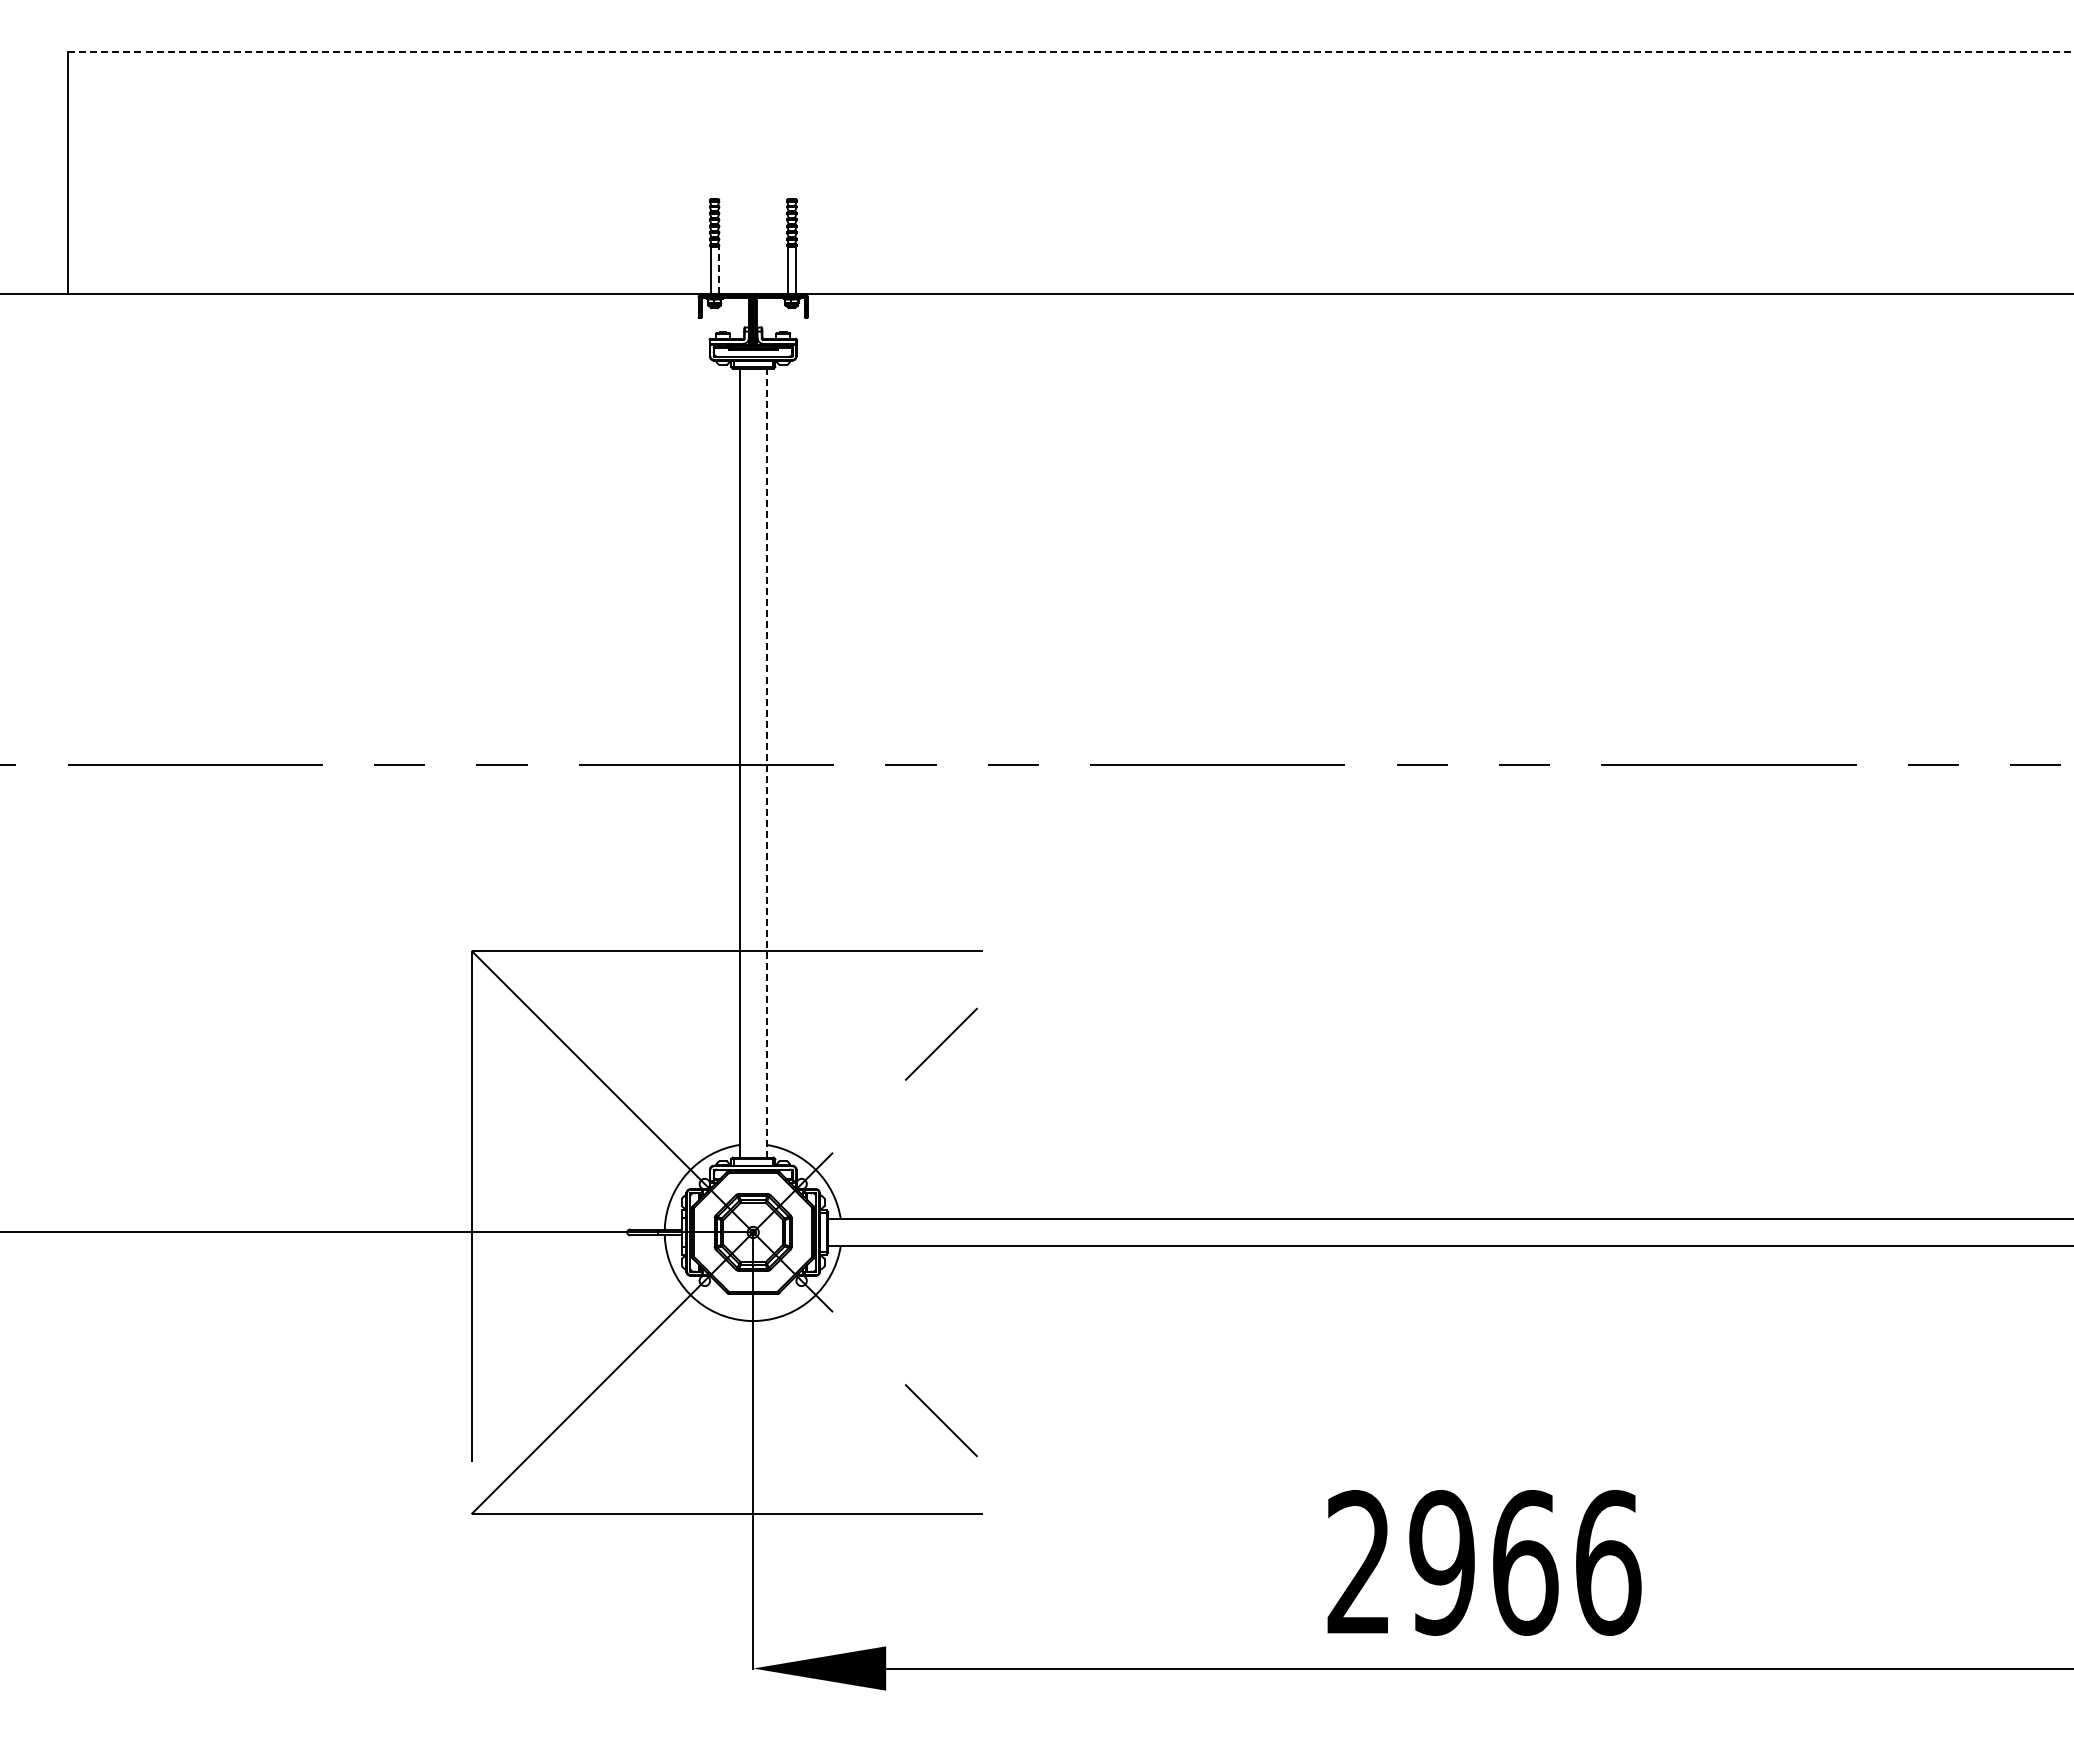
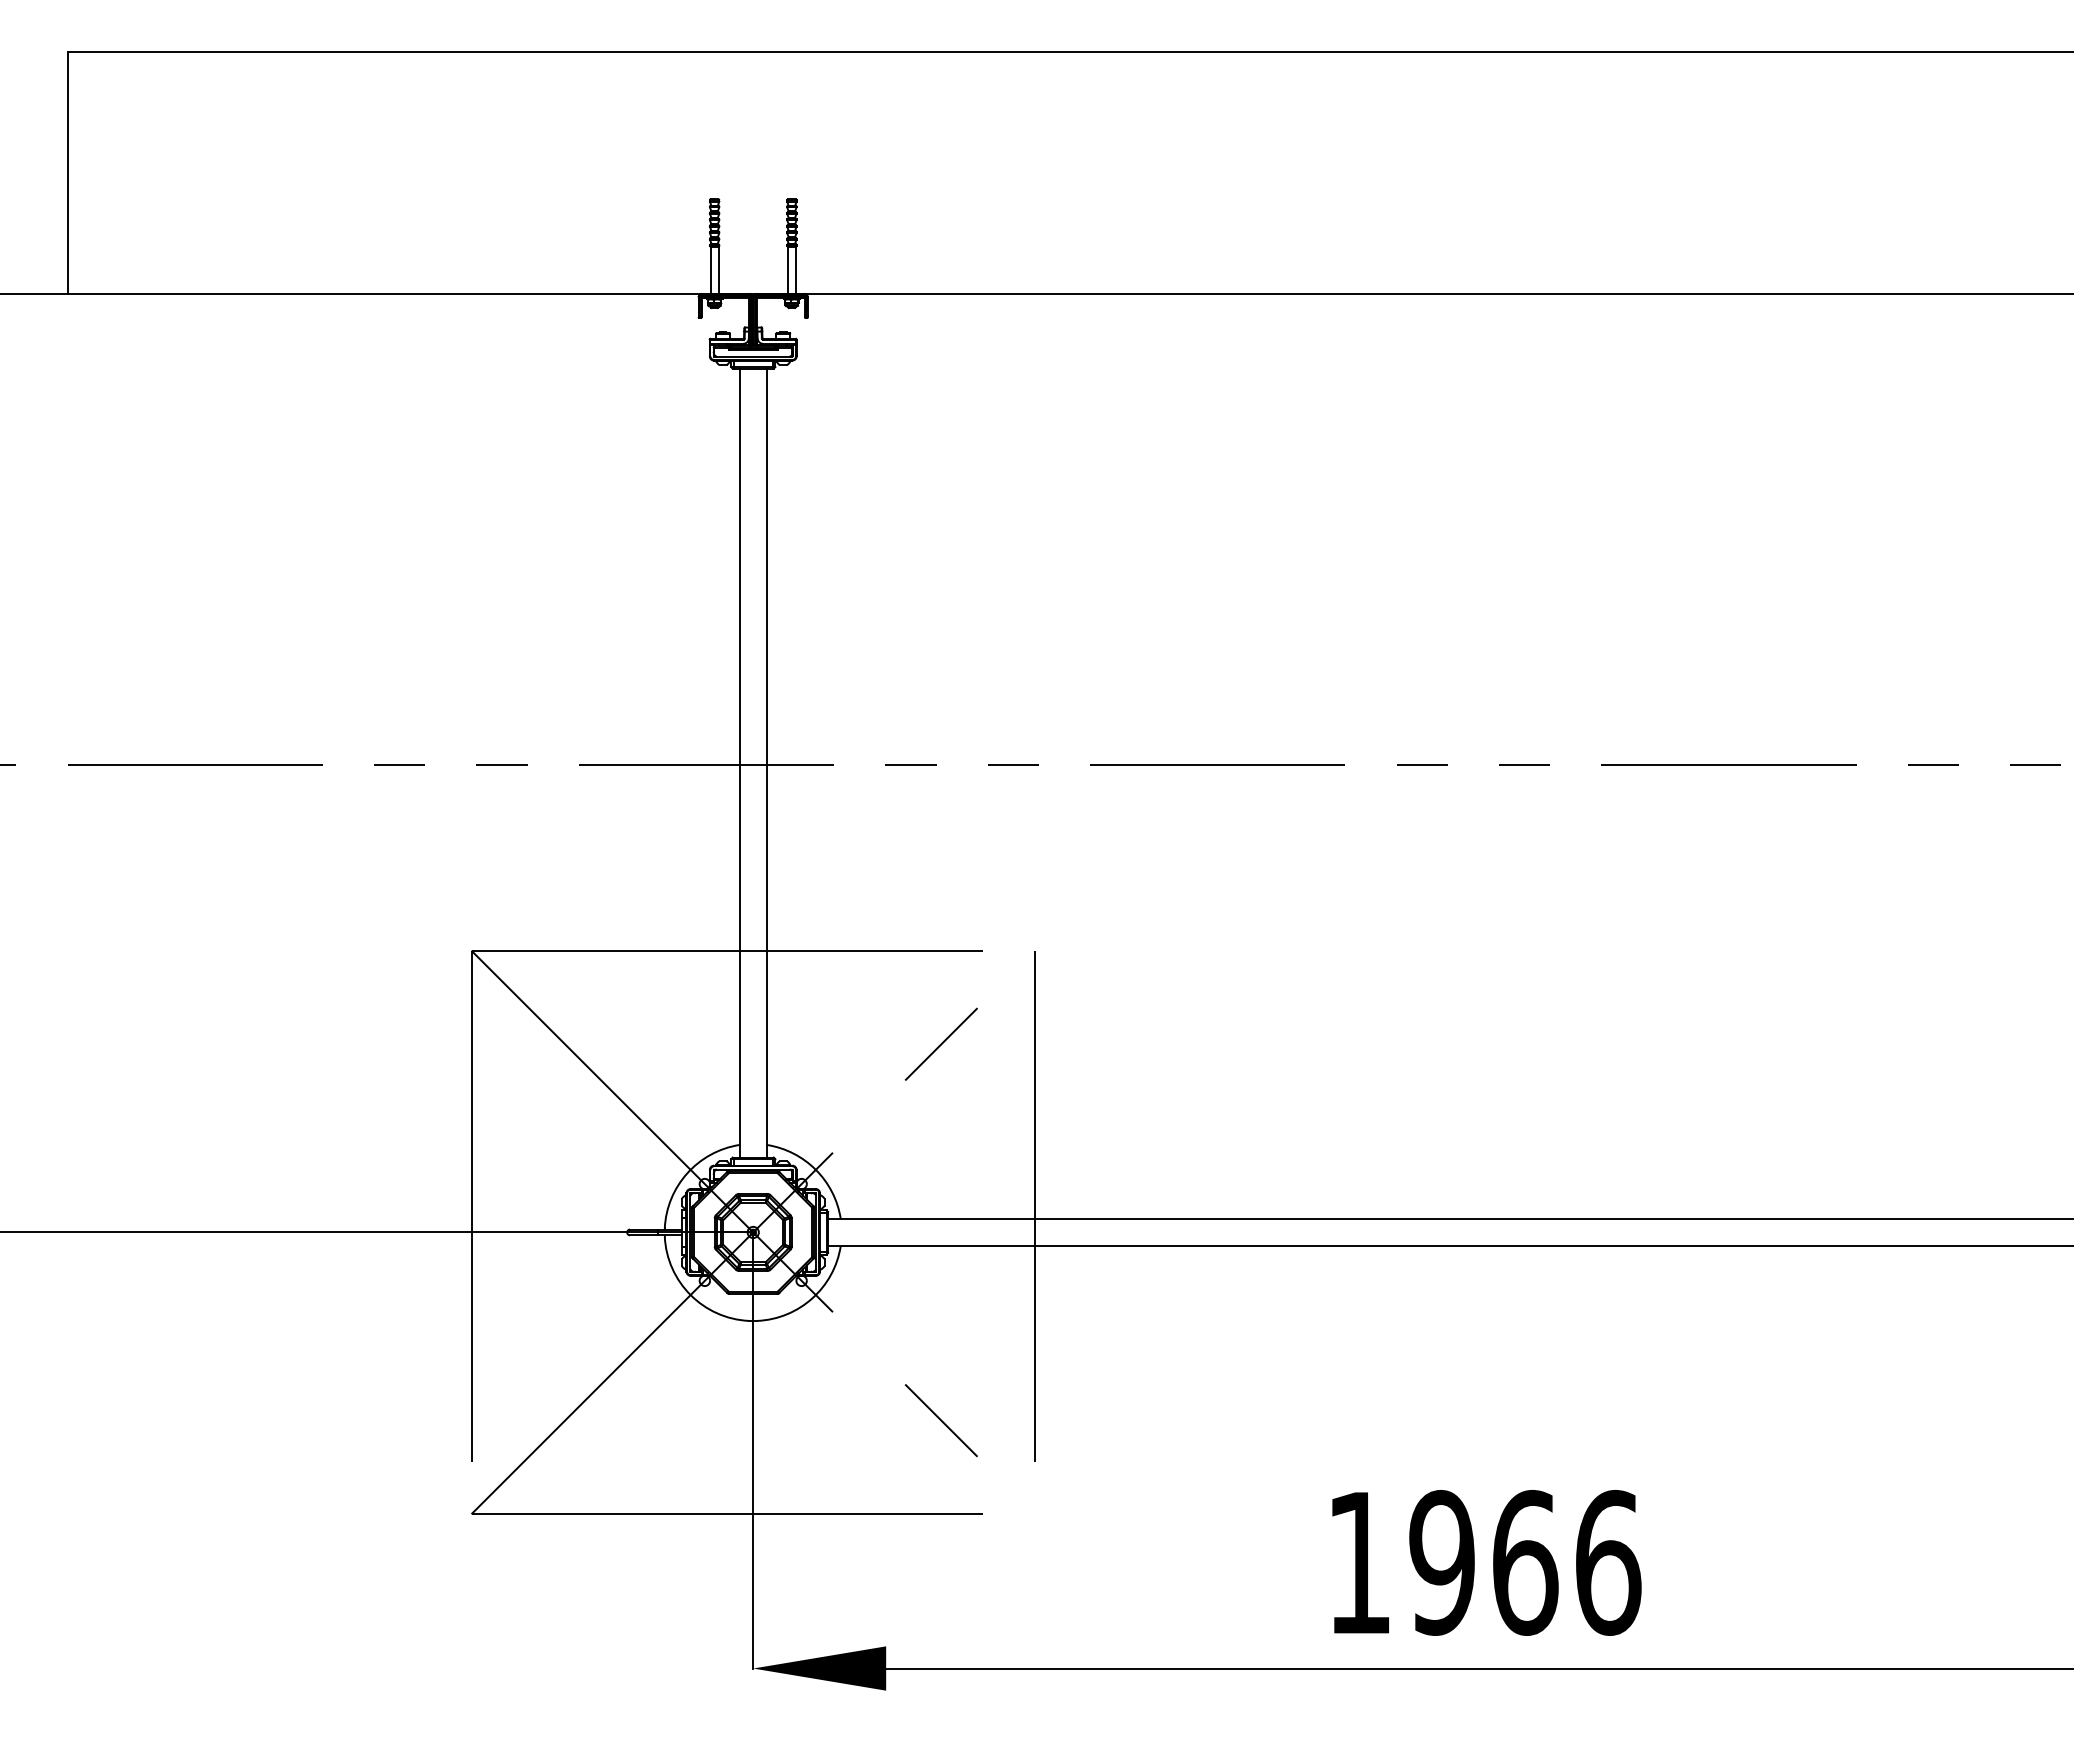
line at (1070, 52): dashed -> solid
line at (718, 270): dashed -> solid
line at (766, 762): dashed -> solid
line at (1035, 1232): none -> present
text at (1357, 1561): 2966 -> 1966
